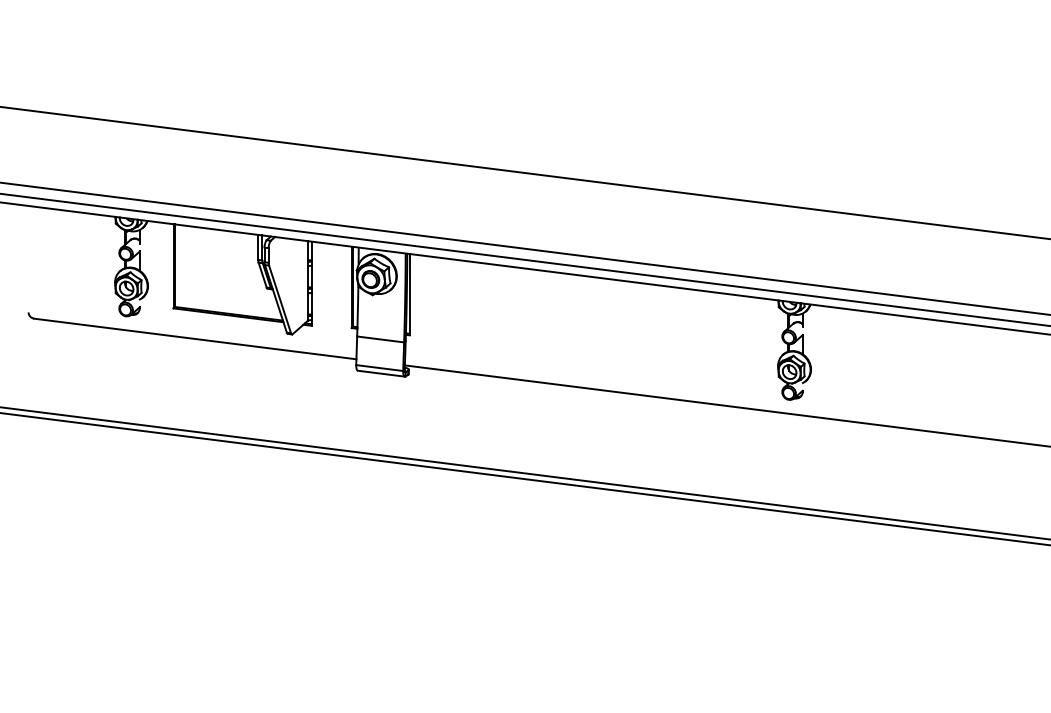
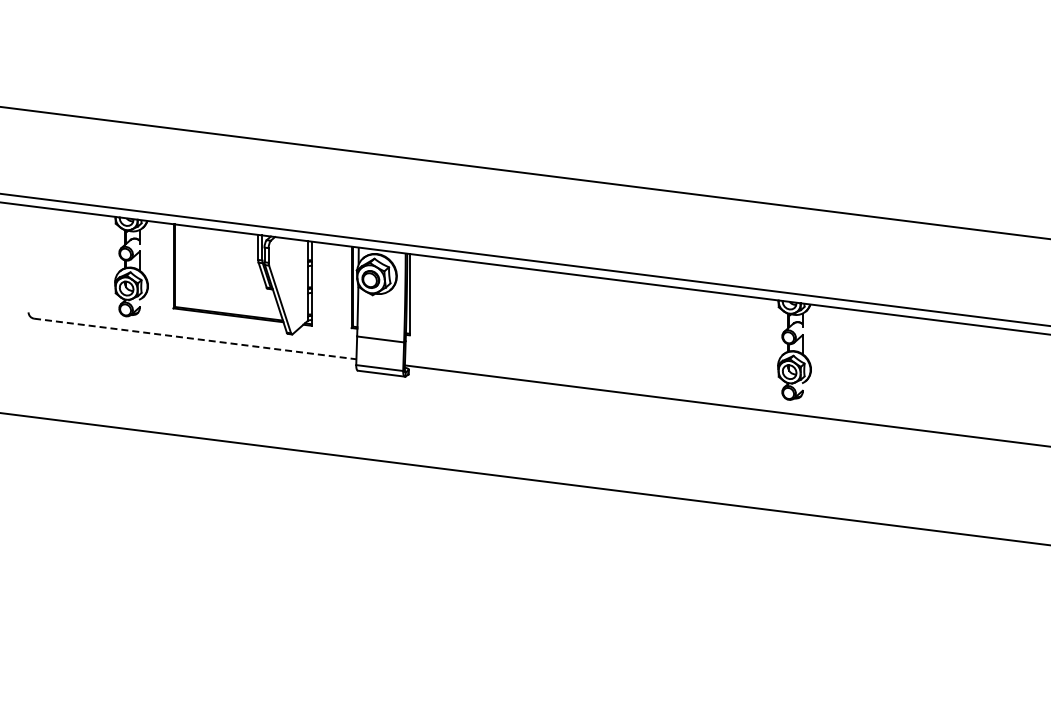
line at (524, 248): present -> none
line at (195, 339): solid -> dashed
line at (524, 473): present -> none
